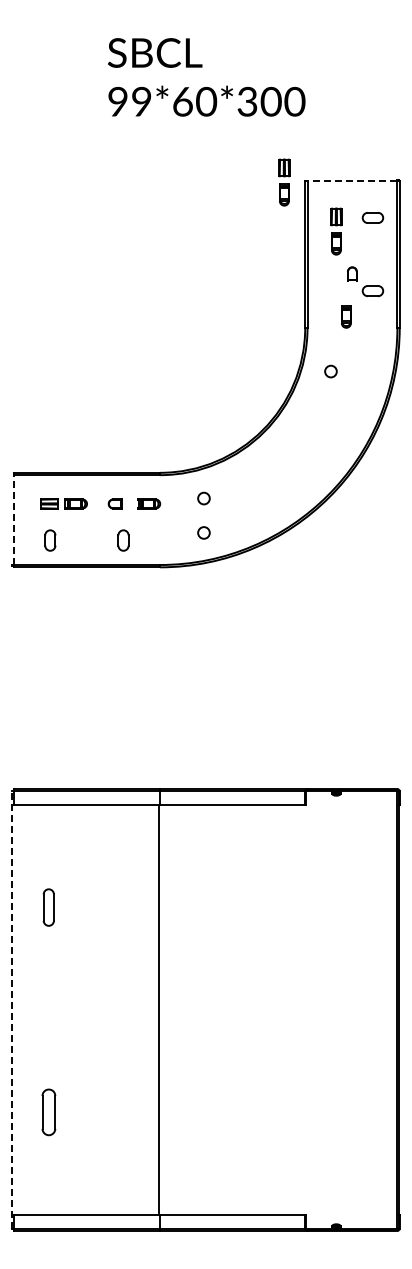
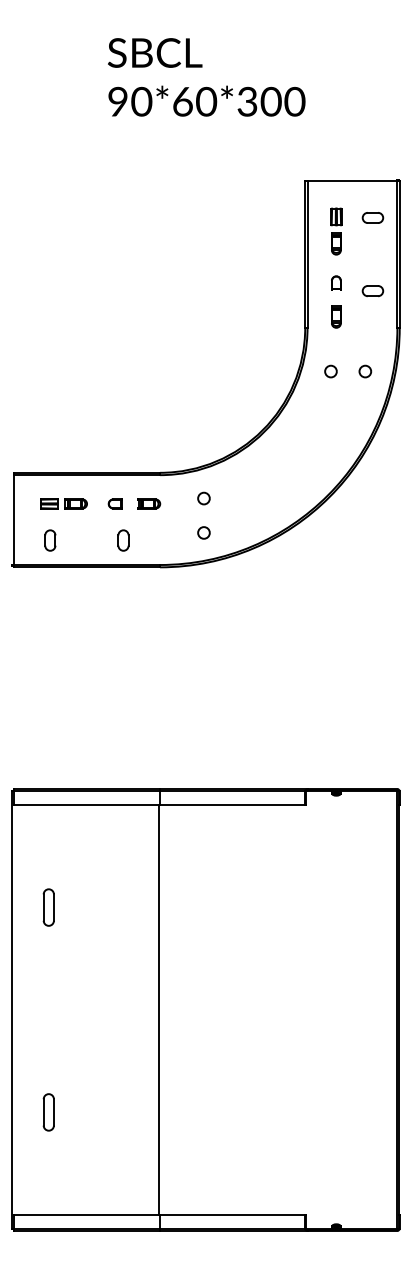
text at (141, 102): 99*60*300 -> 90*60*300
line at (352, 181): dashed -> solid
part at (284, 182): present -> none
part at (352, 273) position: (352, 273) -> (336, 282)
part at (346, 316) position: (346, 316) -> (336, 316)
circle at (365, 371): none -> present
line at (13, 520): dashed -> solid
line at (12, 1009): dashed -> solid
part at (48, 1112) size: 16x49 px -> 13x39 px
